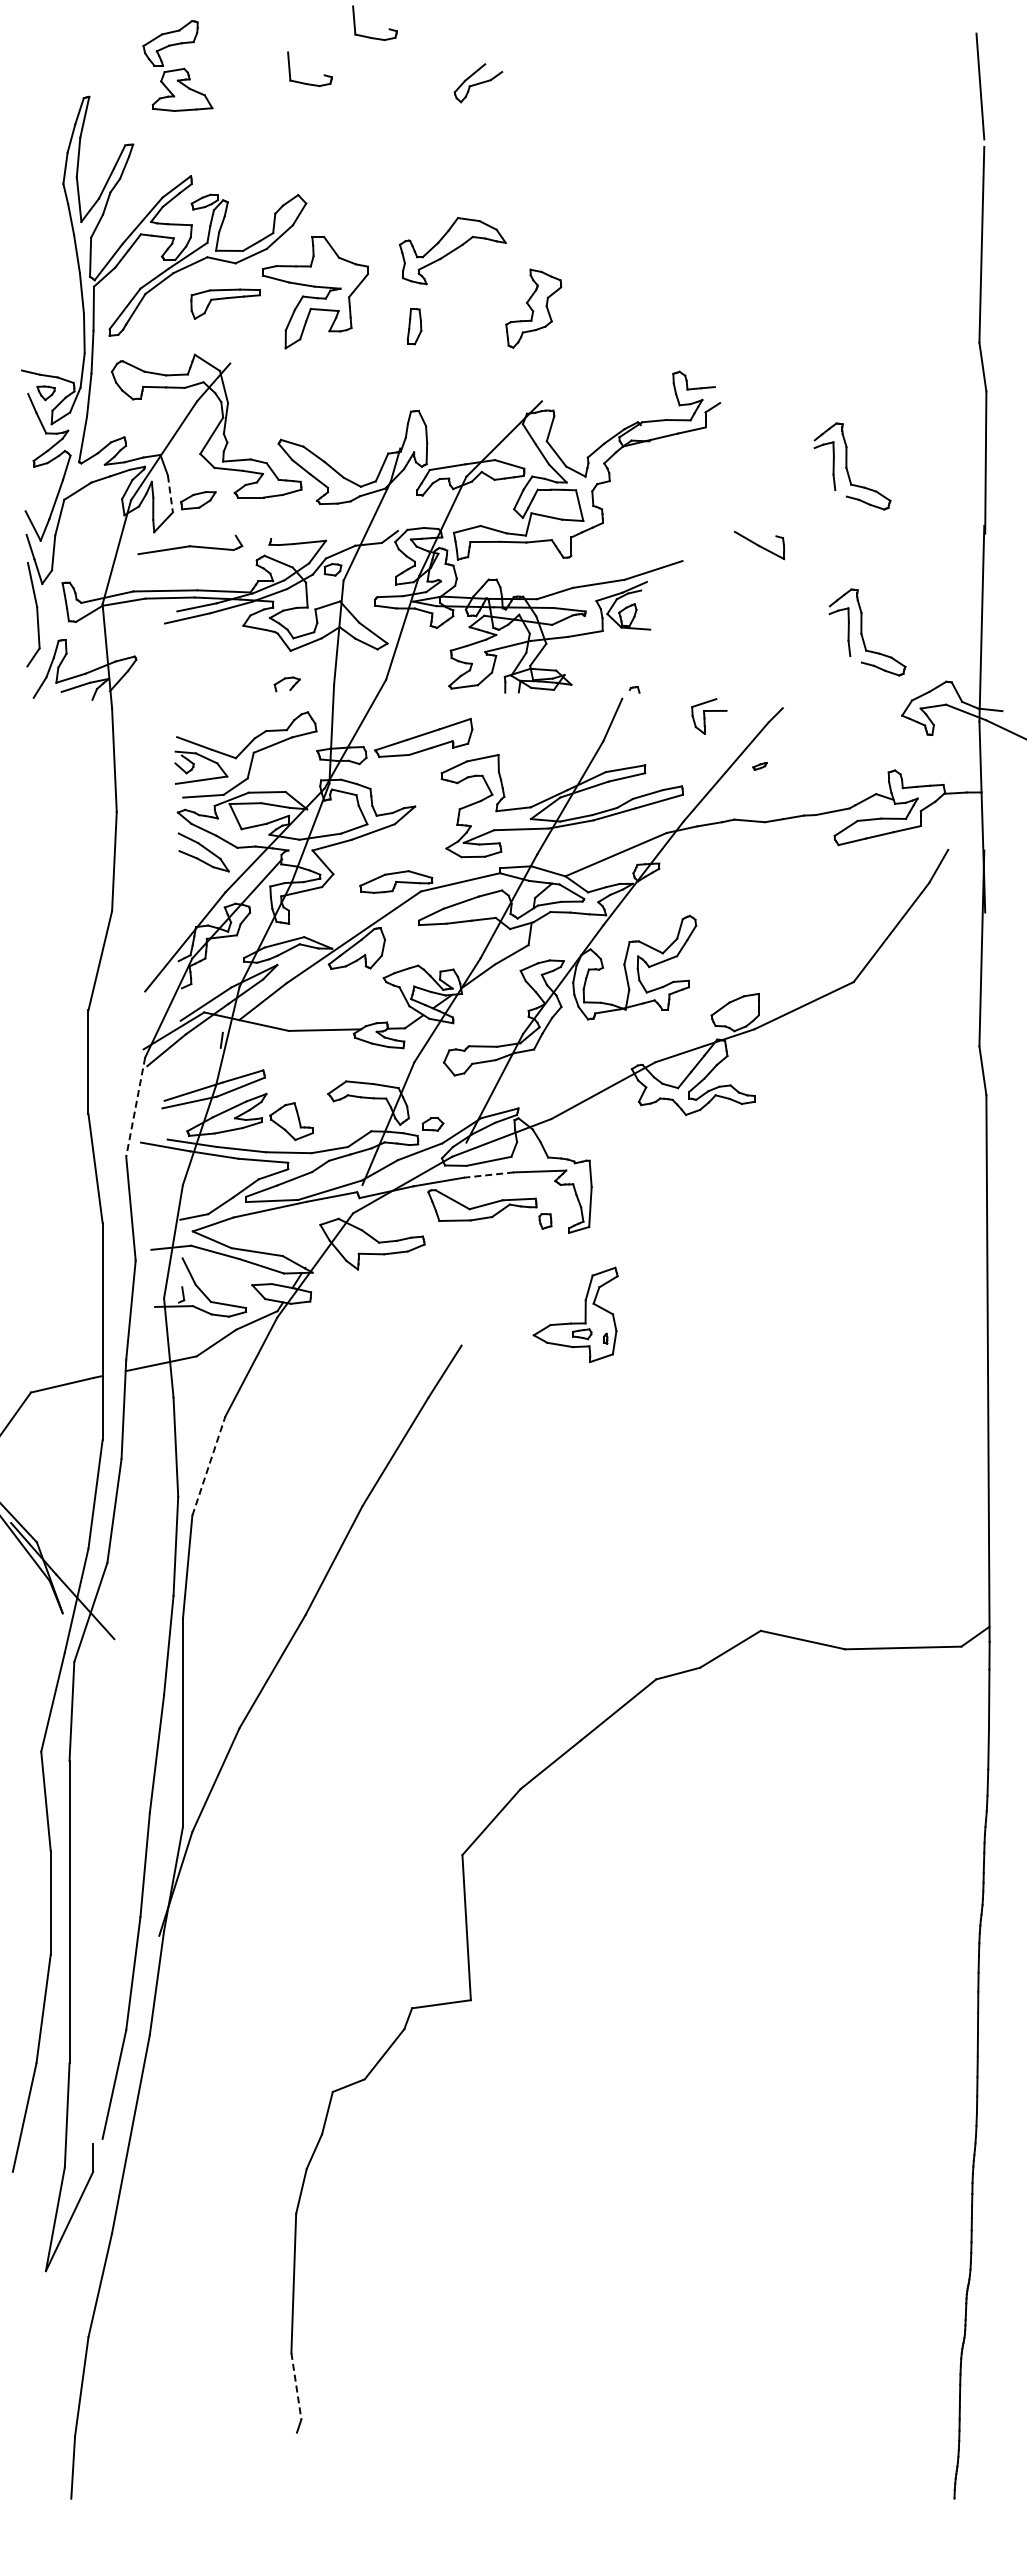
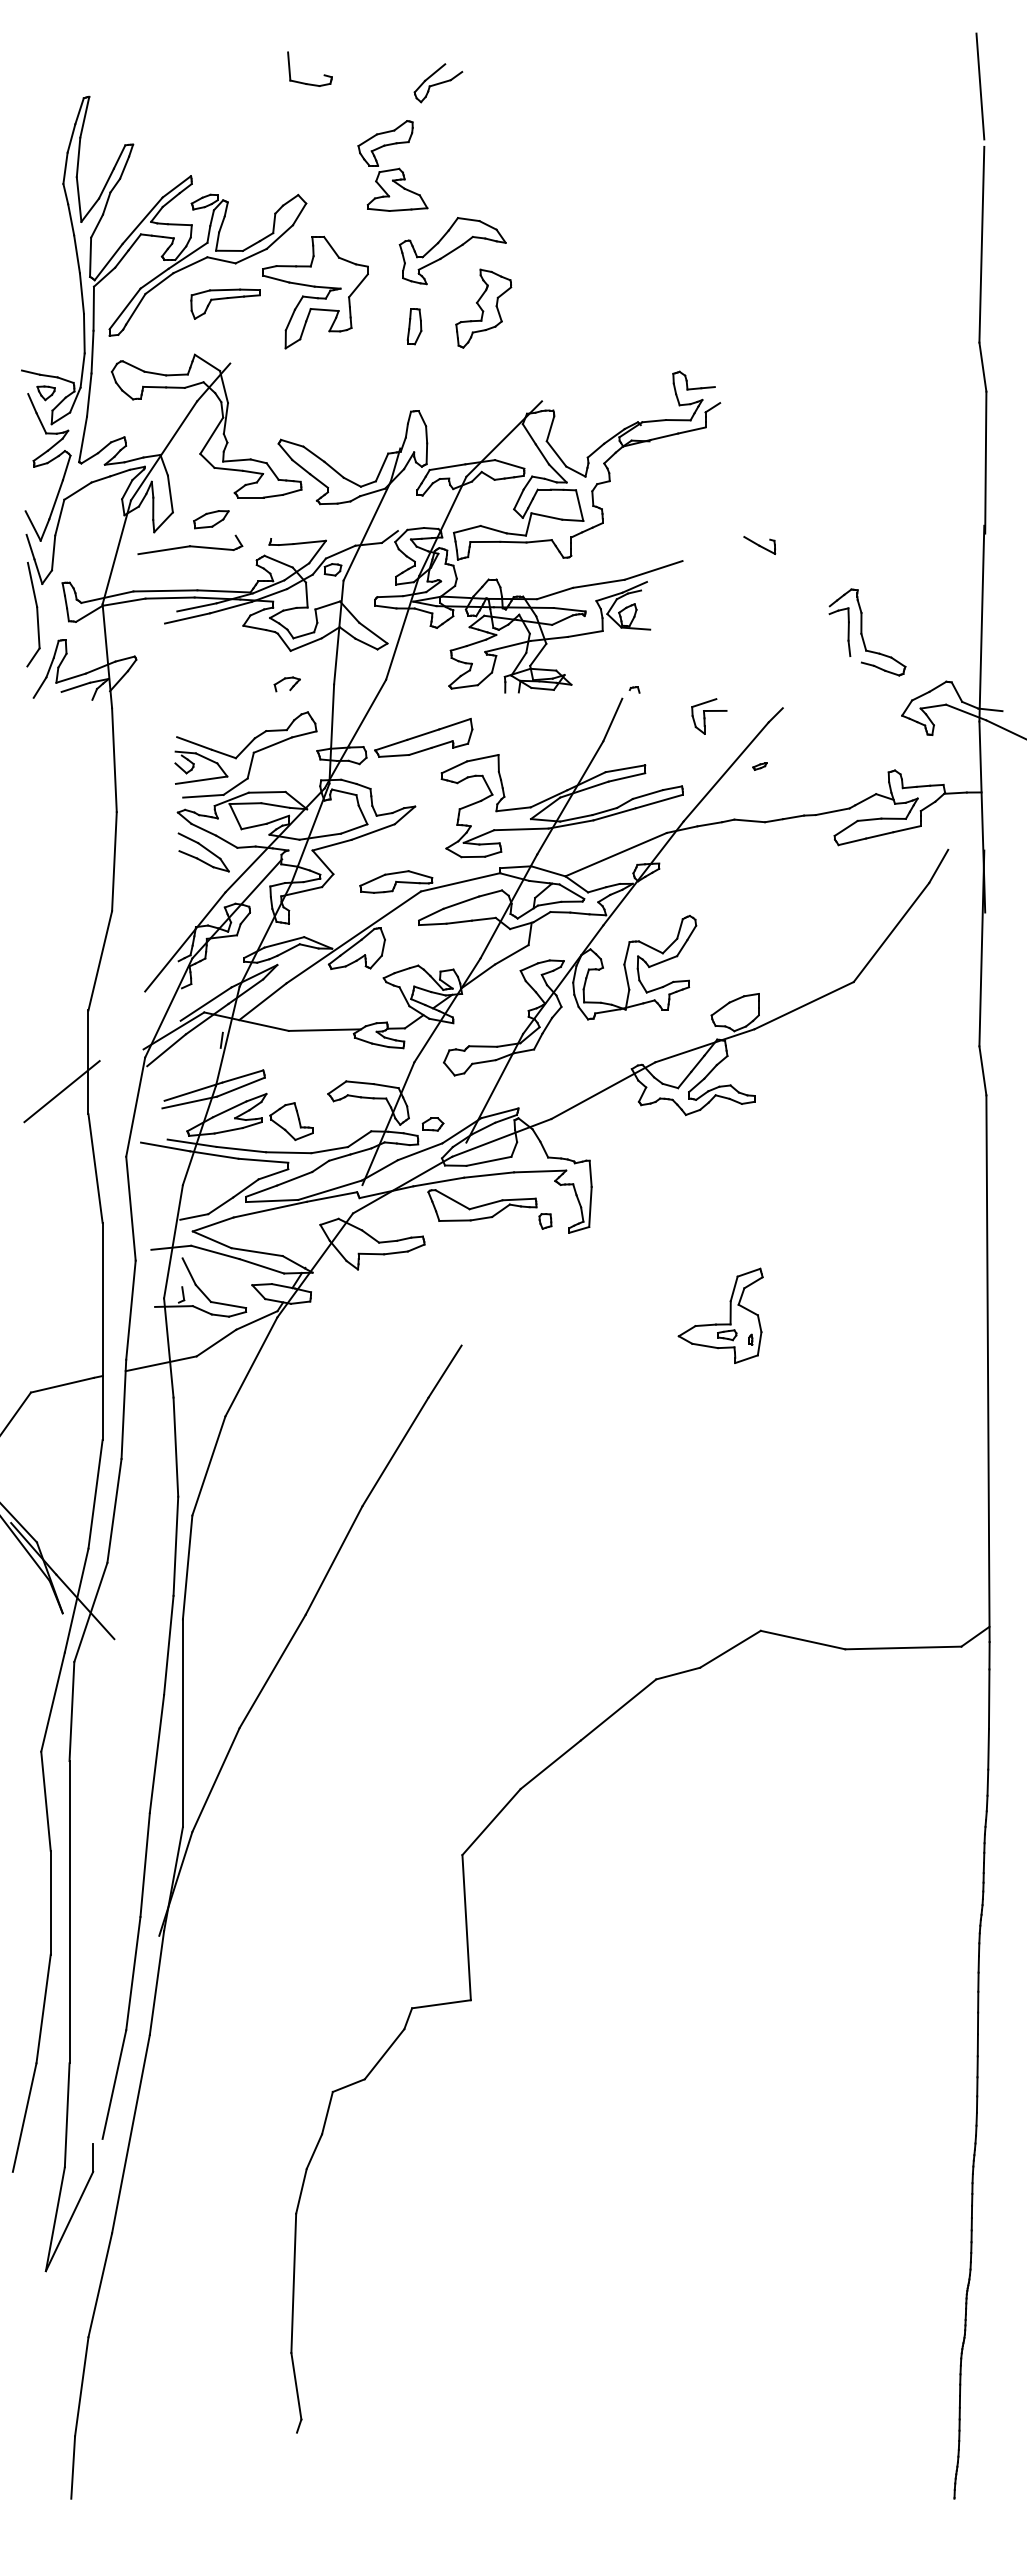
part at (370, 36): present -> none
part at (177, 65) position: (177, 65) -> (392, 165)
part at (478, 83) position: (478, 83) -> (438, 83)
part at (533, 308) position: (533, 308) -> (483, 308)
part at (852, 466): present -> none
line at (170, 494): dashed -> solid
part at (198, 500) position: (198, 500) -> (211, 519)
part at (759, 545) size: 52x31 px -> 34x19 px
line at (61, 1091): none -> present
line at (135, 1107): dashed -> solid
line at (488, 1175): dashed -> solid
part at (575, 1322) position: (575, 1322) -> (720, 1323)
line at (209, 1465): dashed -> solid
line at (296, 2386): dashed -> solid
